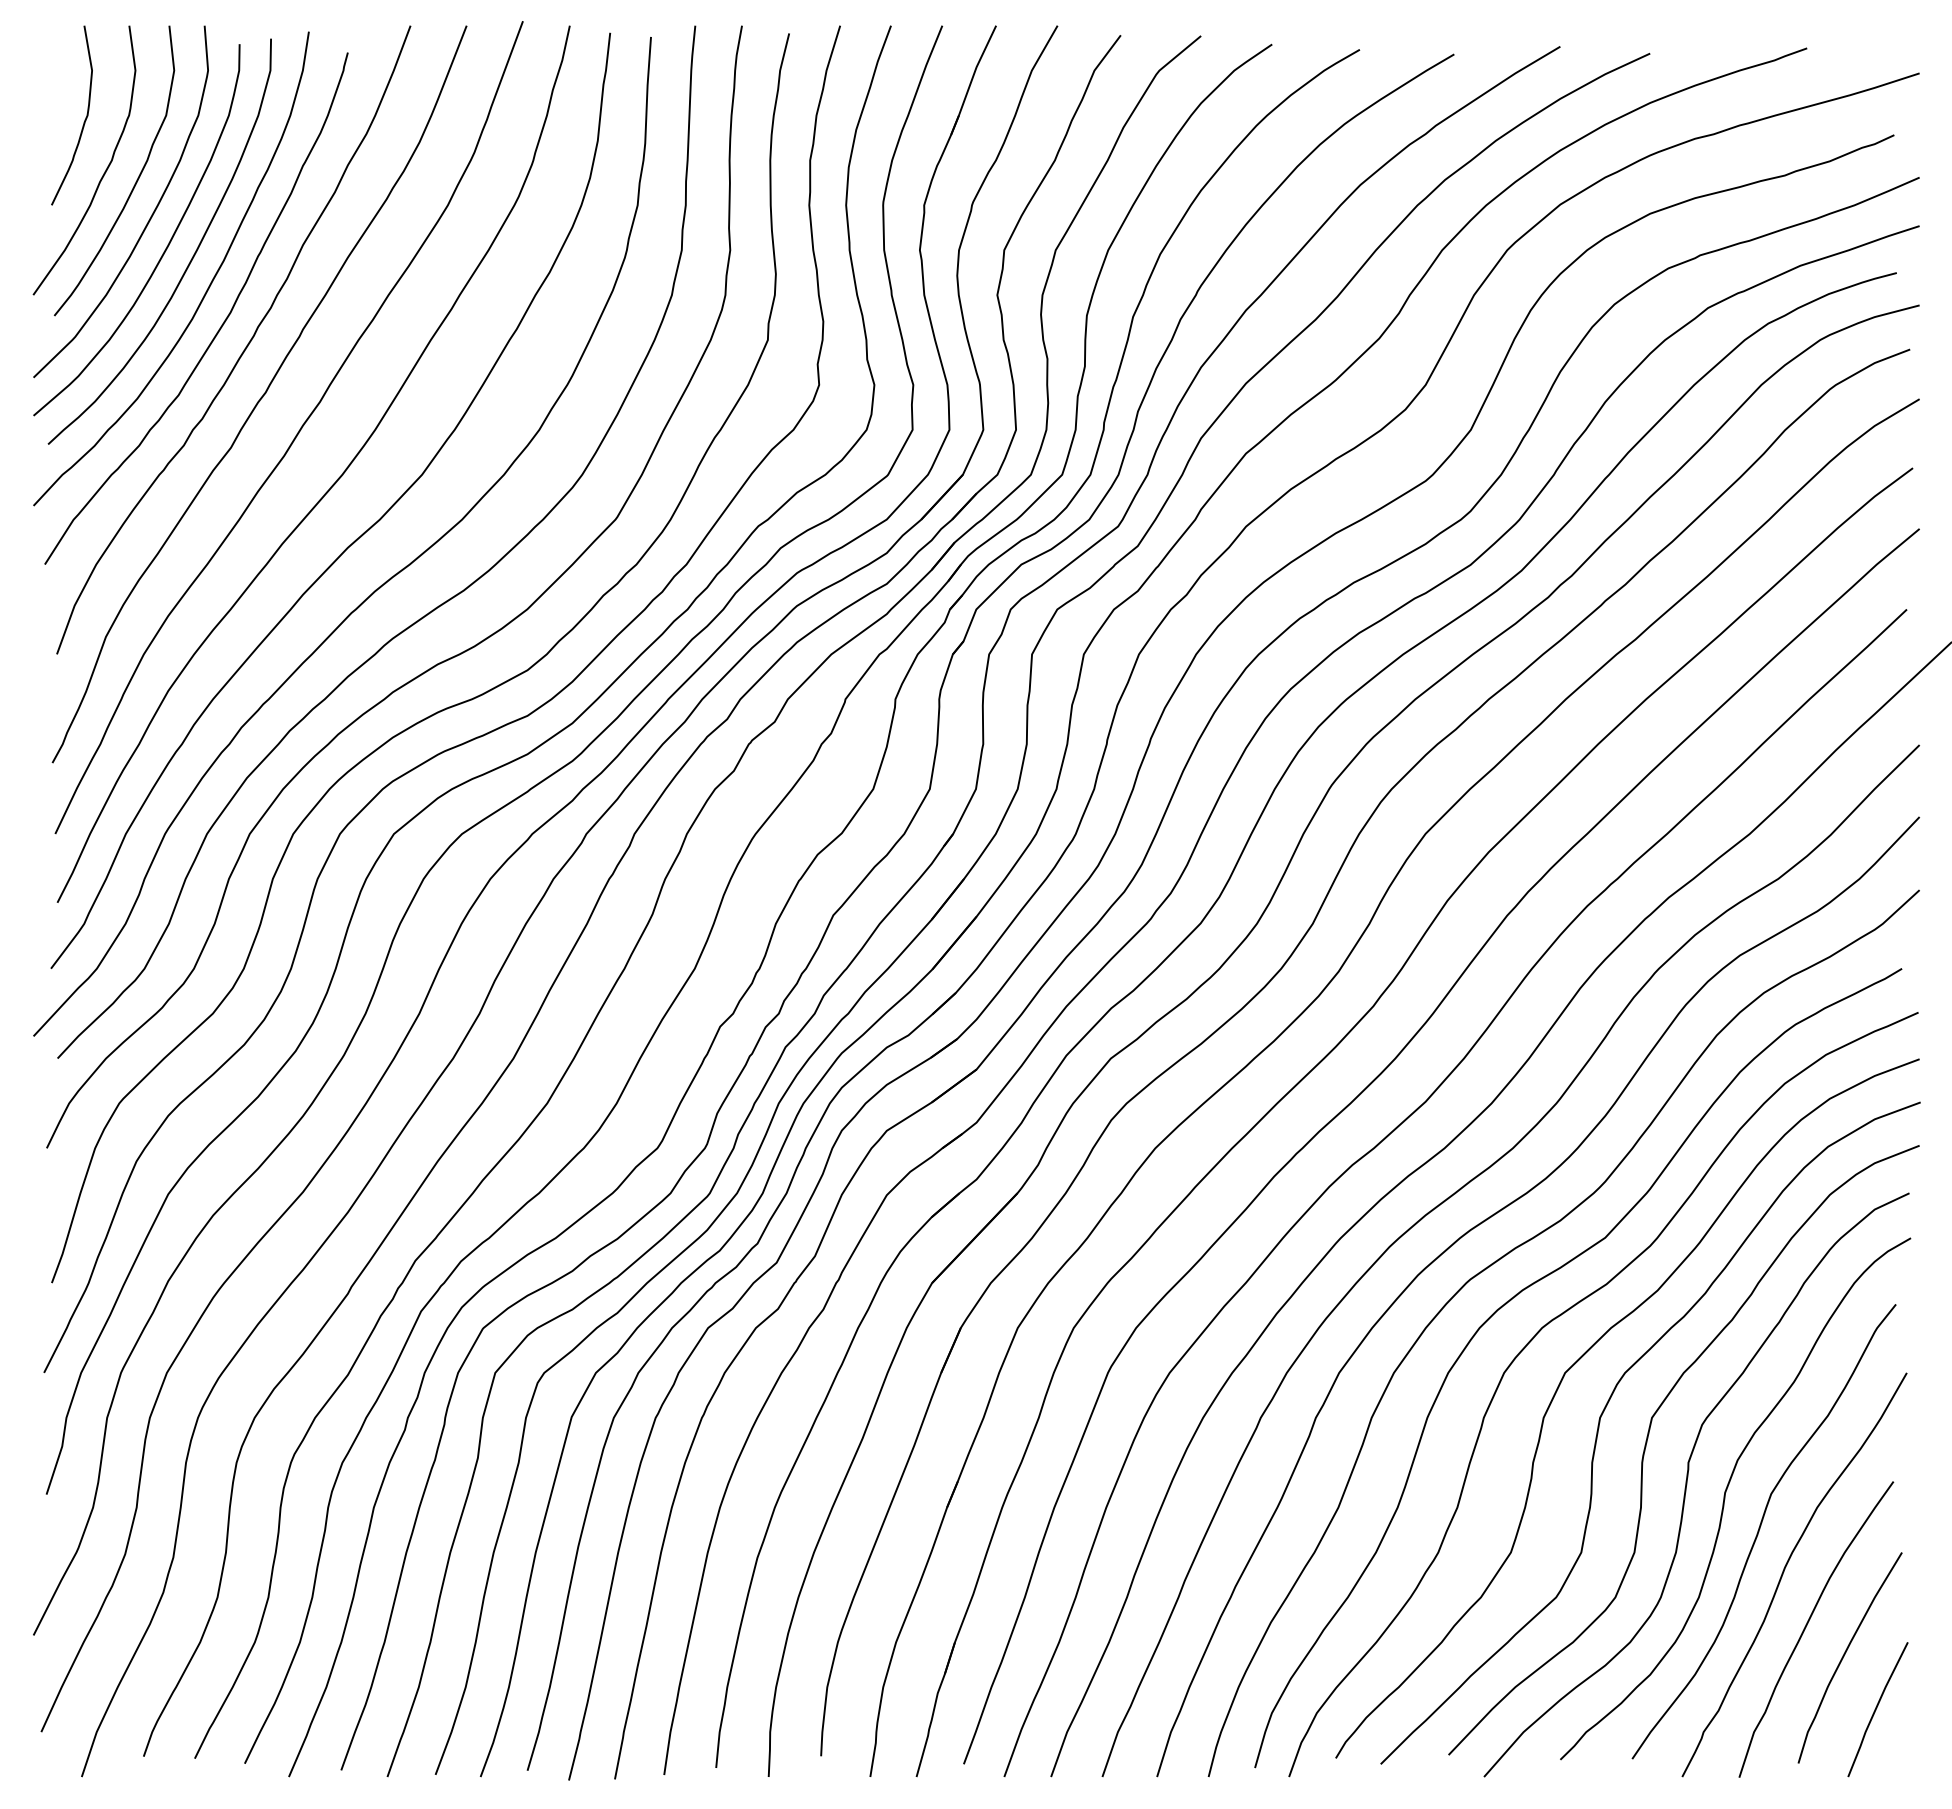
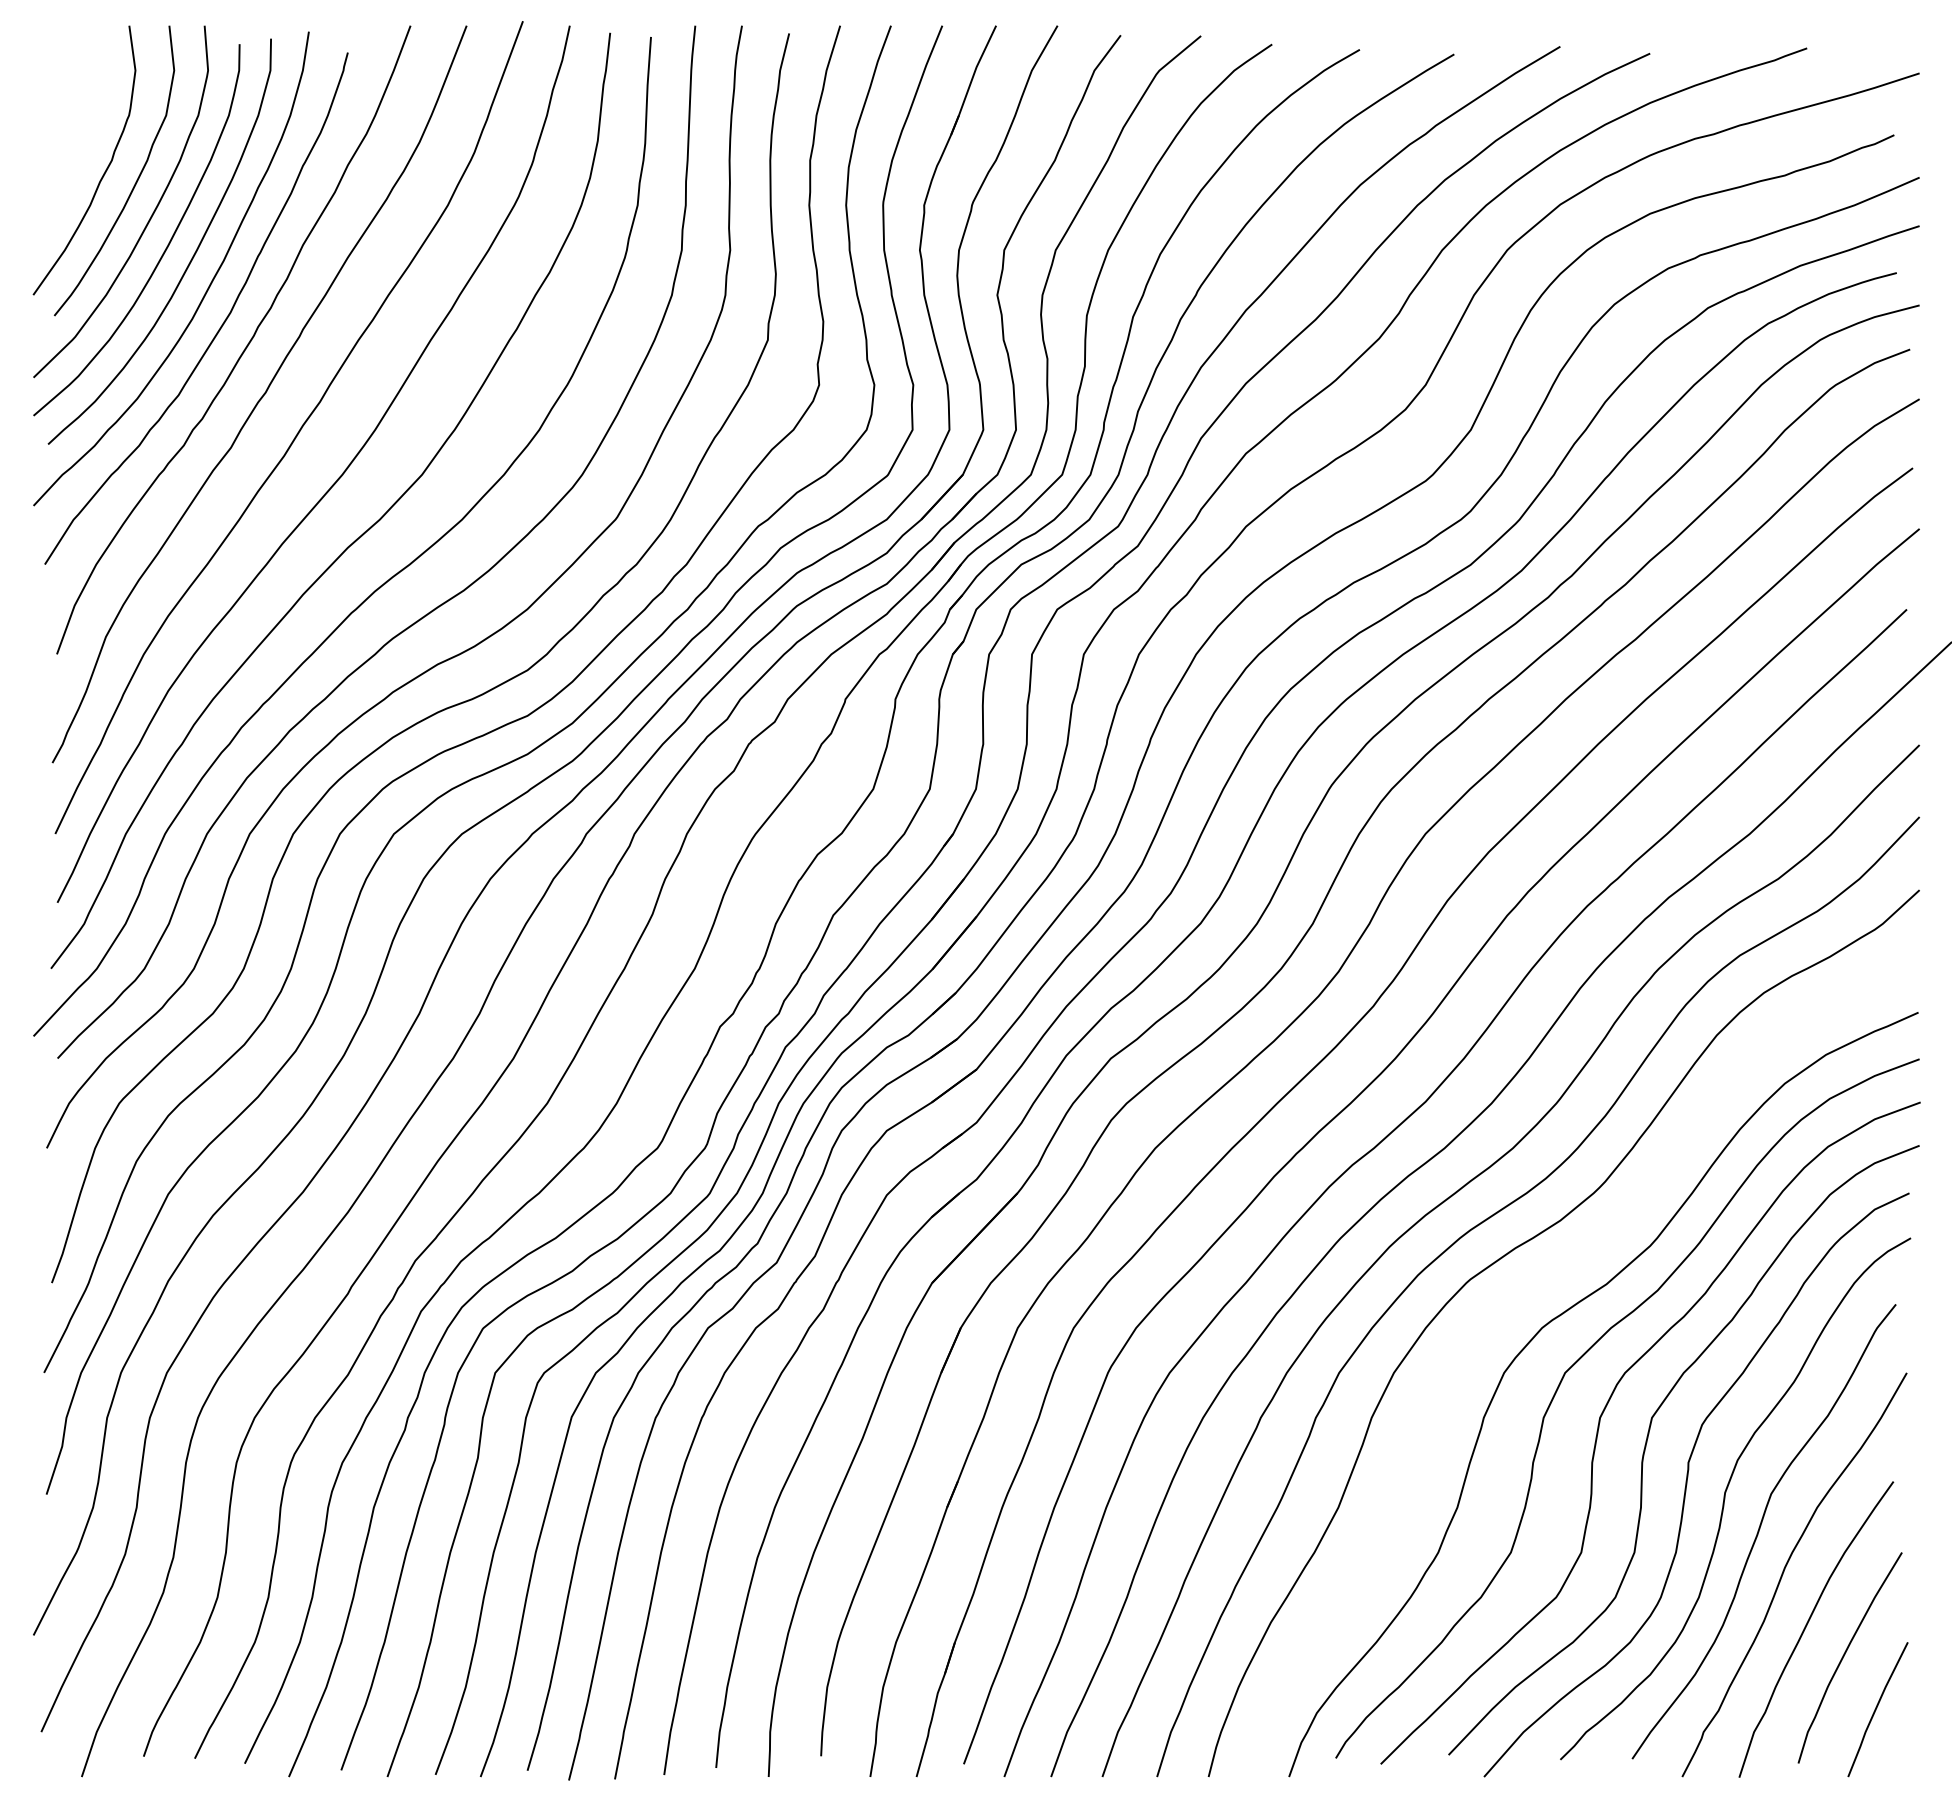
curve at (84, 119): present -> none
curve at (1529, 1287): present -> none
